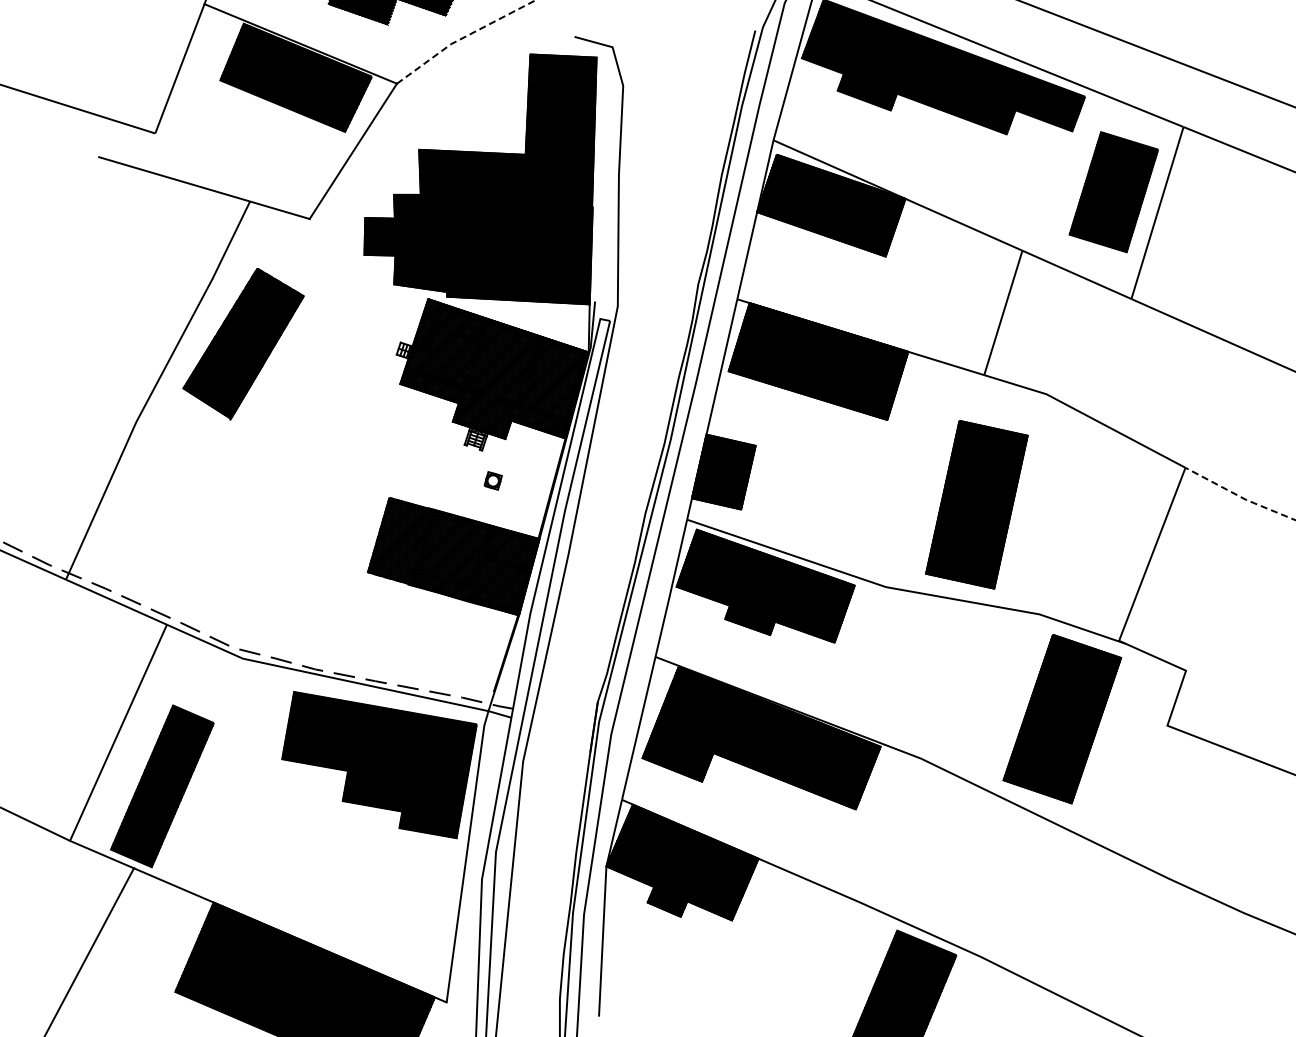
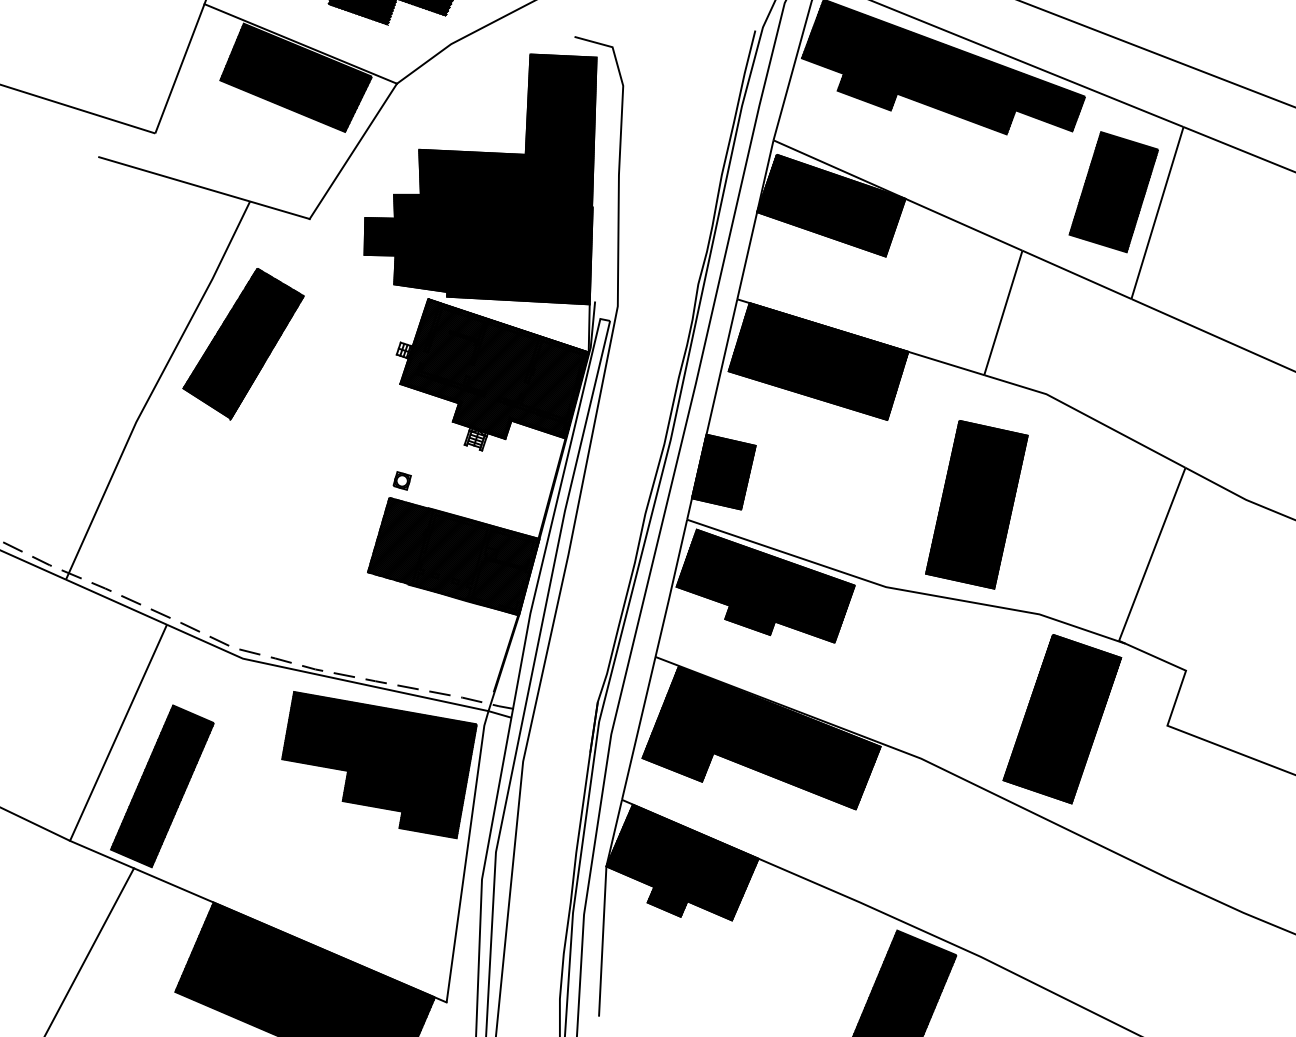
line at (463, 37): dashed -> solid
part at (492, 480) position: (492, 480) -> (401, 480)
line at (1239, 496): dashed -> solid
